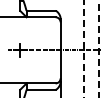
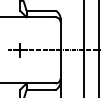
line at (83, 48): dashed -> solid
line at (99, 49): dashed -> solid
